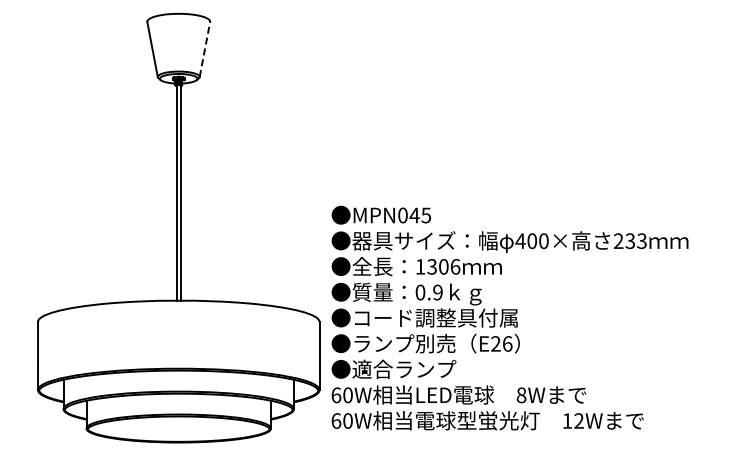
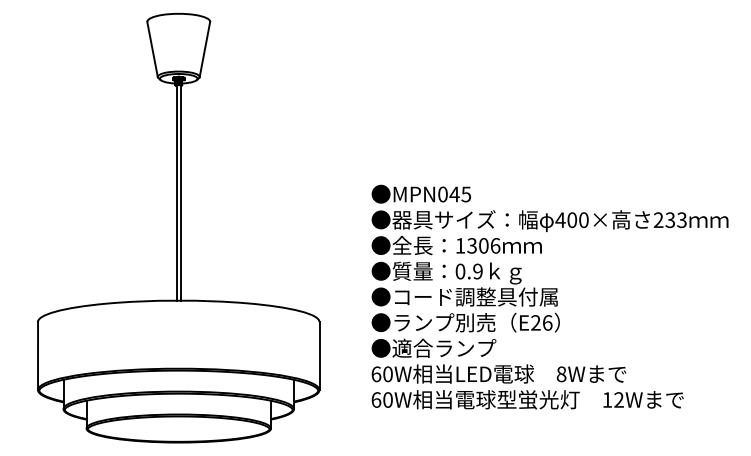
line at (204, 49): dashed -> solid
text at (509, 317) position: (509, 317) -> (549, 296)
